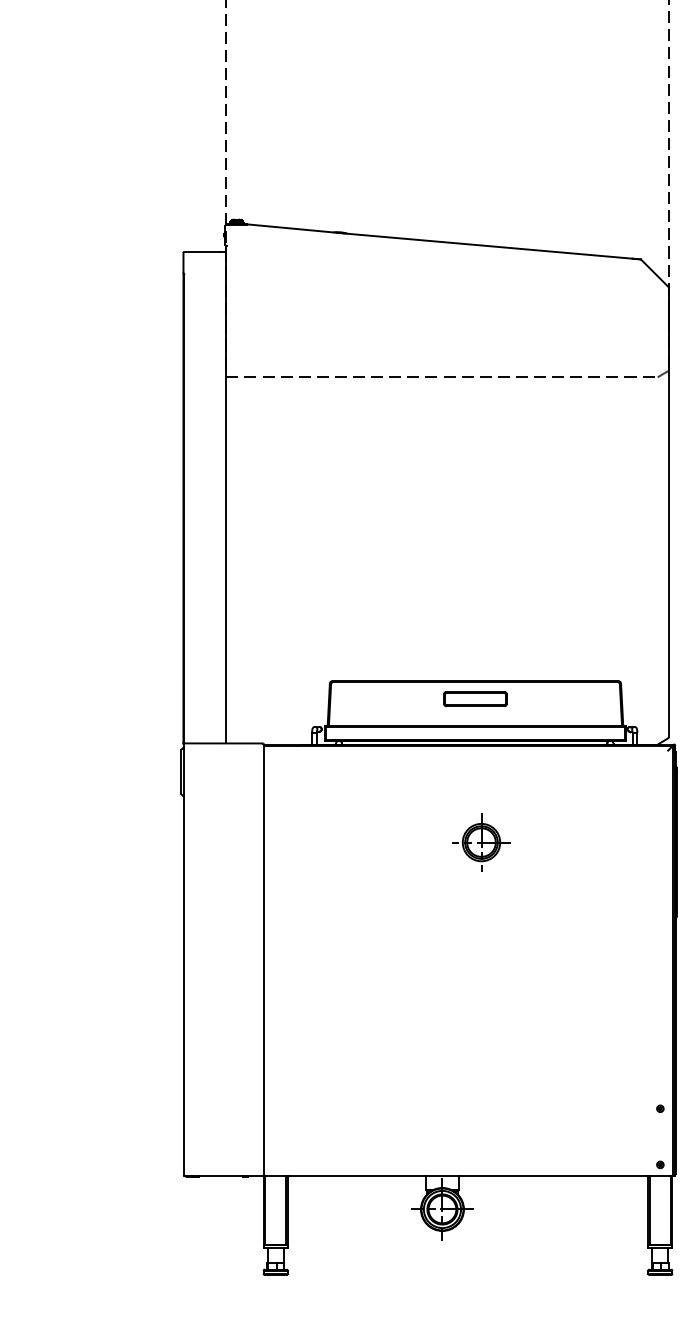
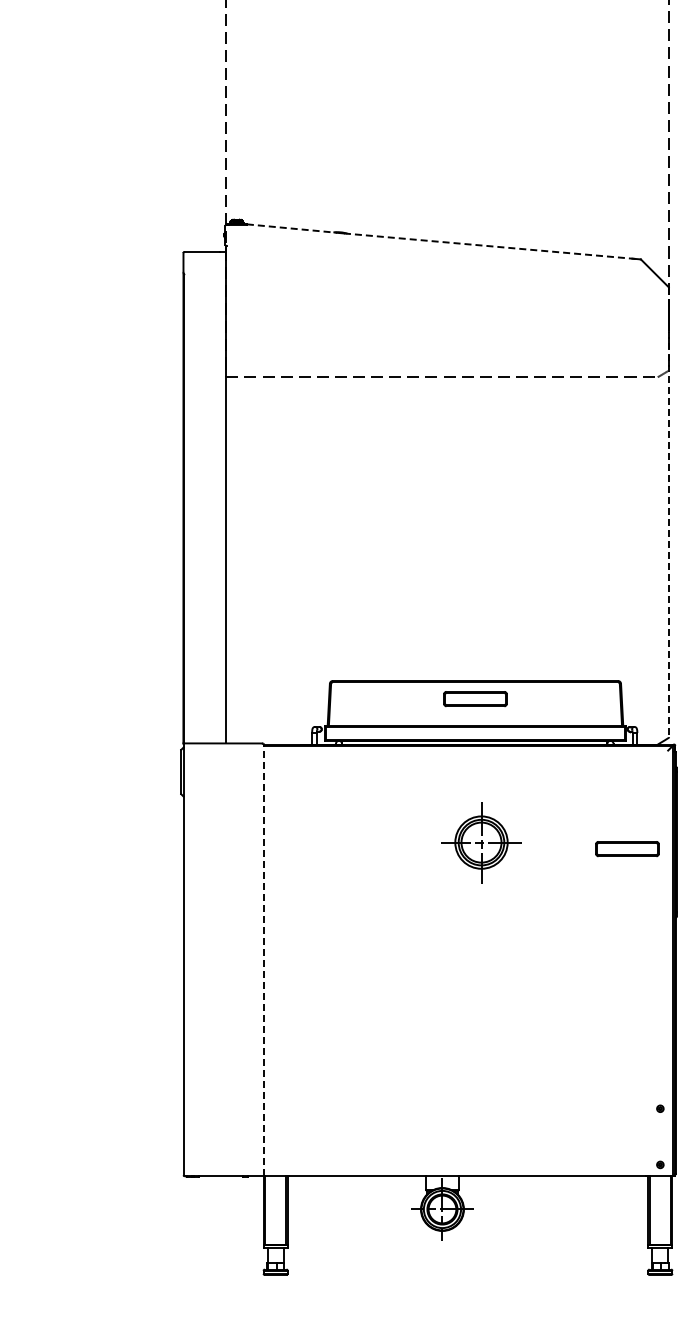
line at (292, 228): solid -> dashed
line at (492, 246): solid -> dashed
line at (669, 512): solid -> dashed
part at (481, 842) size: 59x59 px -> 81x82 px
part at (627, 849): none -> present
line at (264, 960): solid -> dashed
